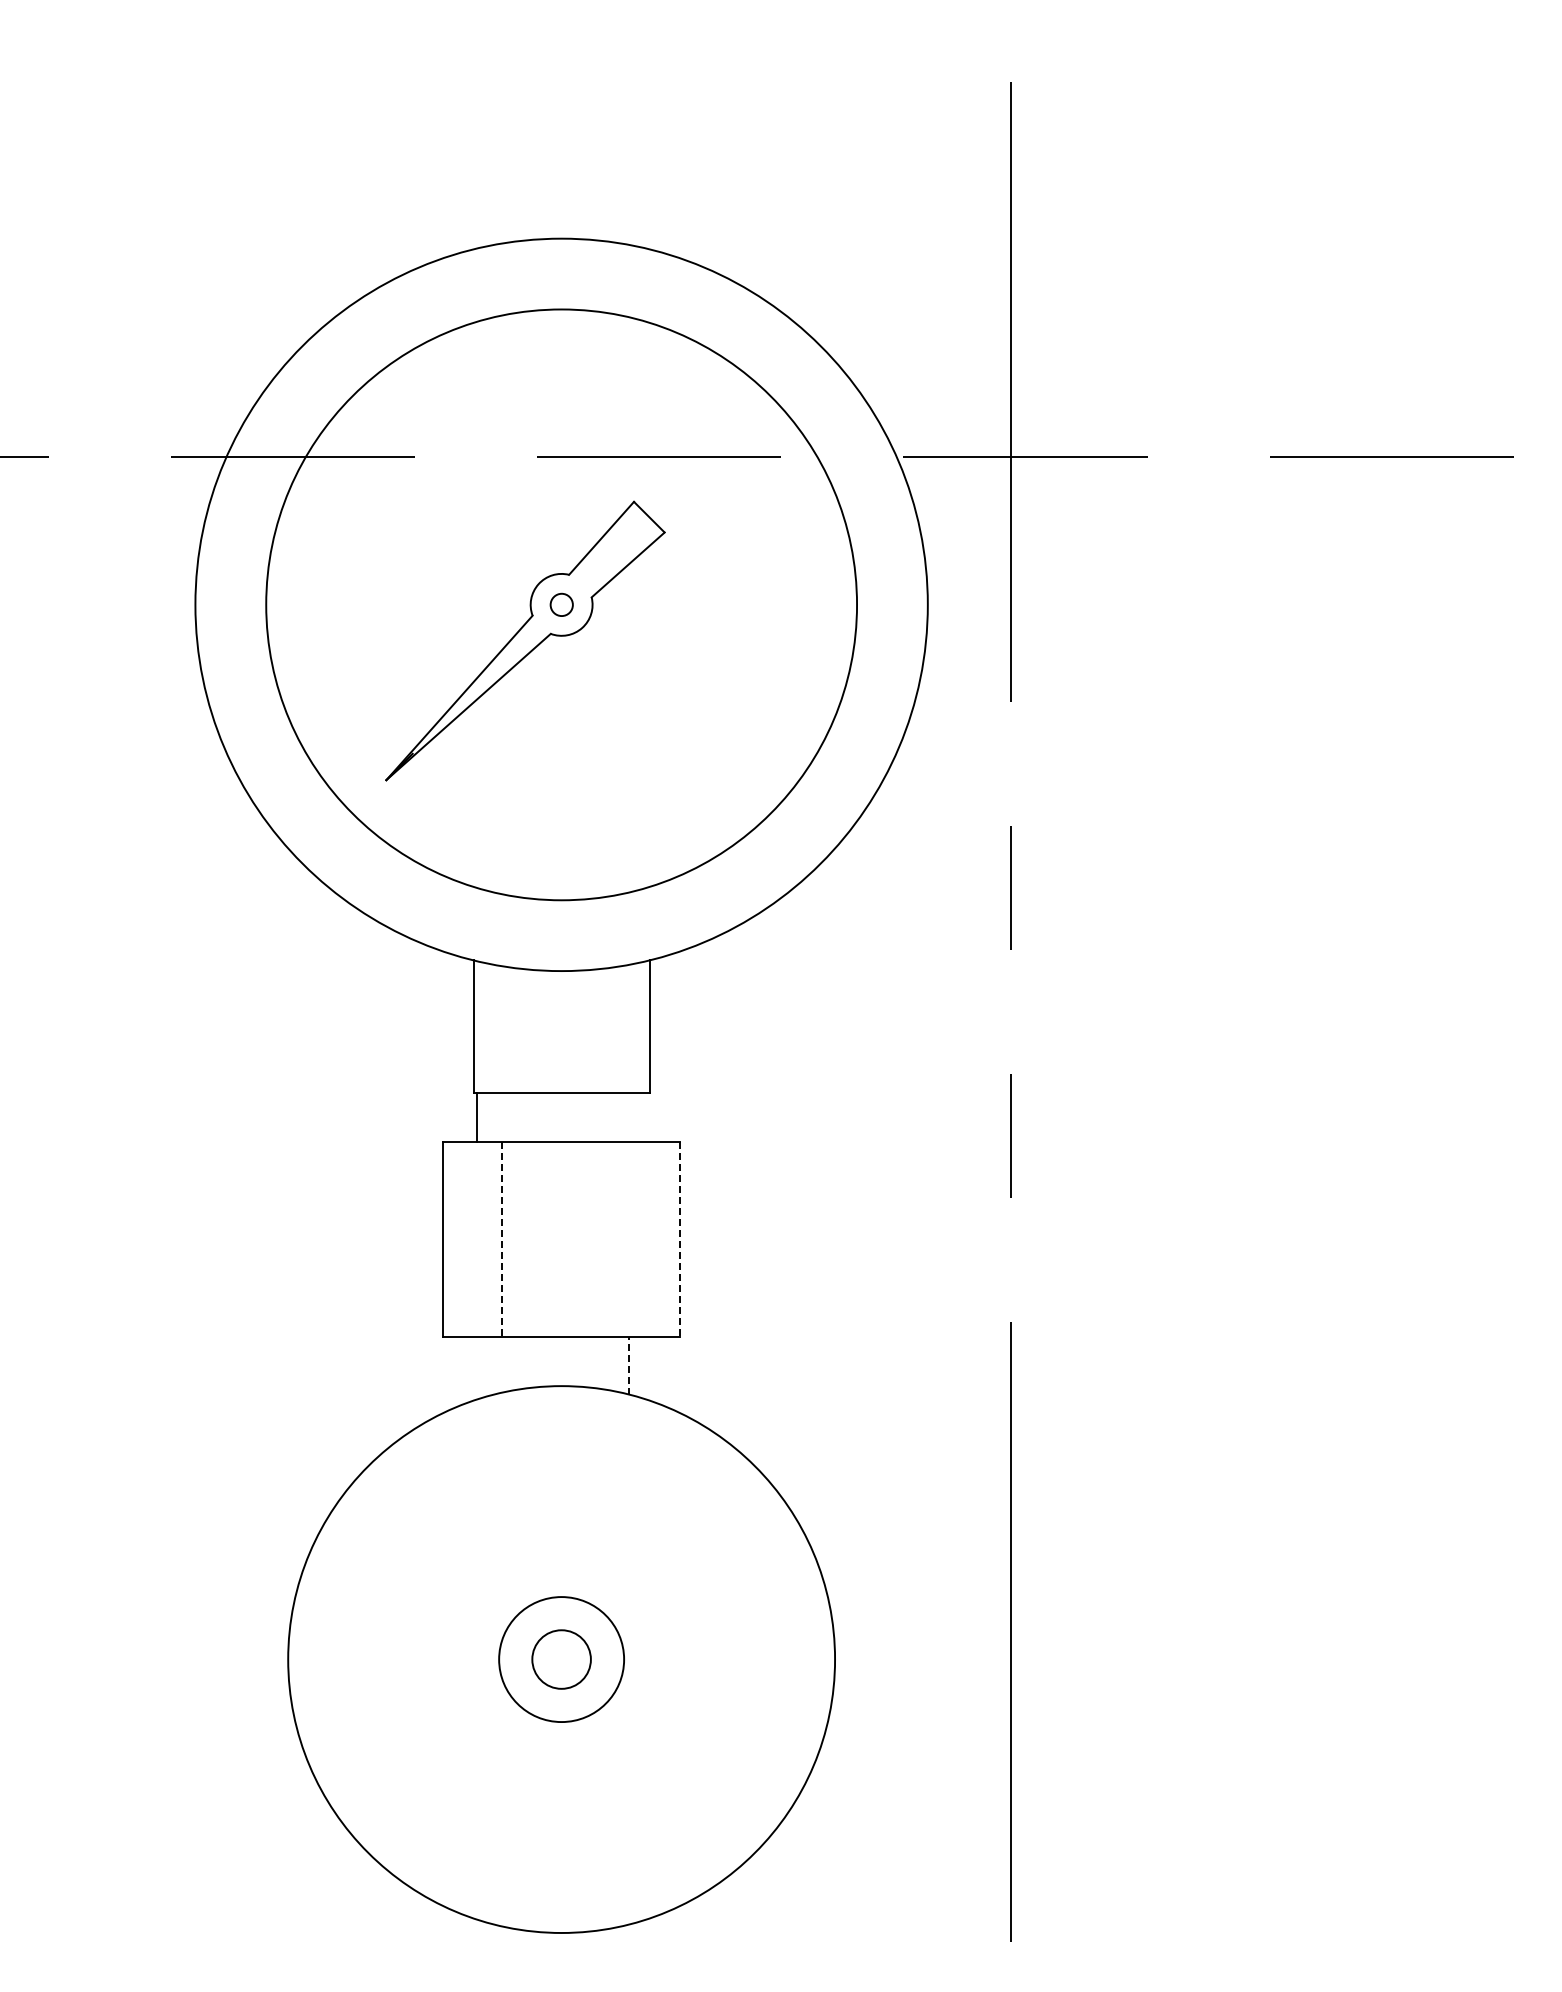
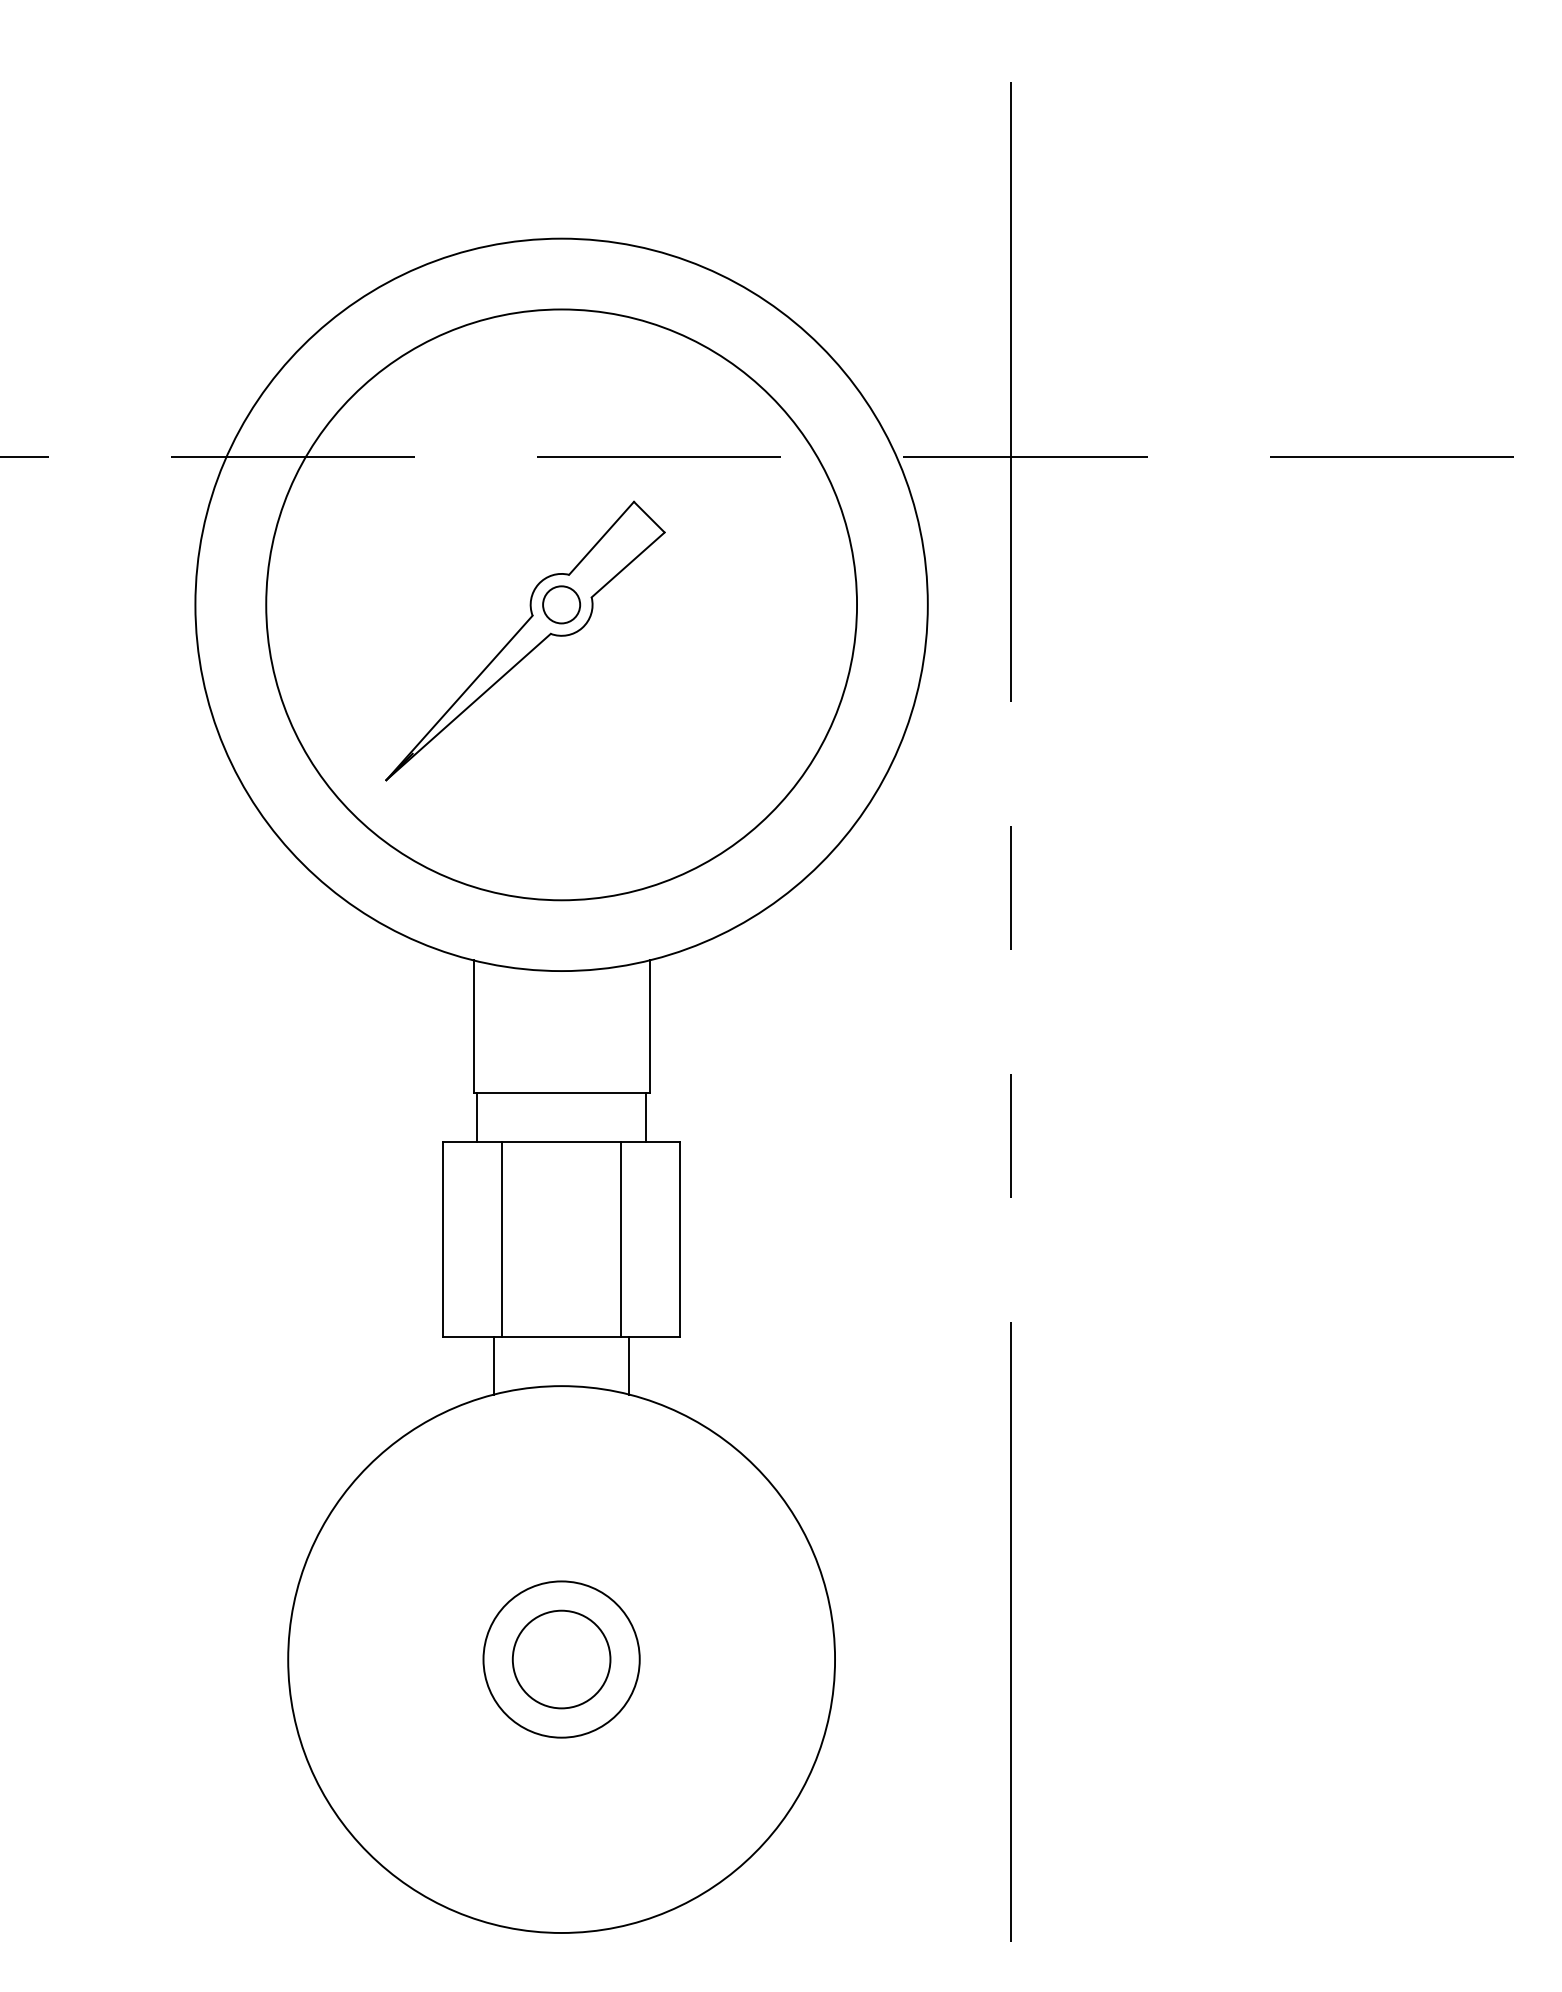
circle at (561, 604) size: 25x25 px -> 40x40 px
line at (646, 1117): none -> present
line at (502, 1239): dashed -> solid
line at (620, 1239): none -> present
line at (680, 1239): dashed -> solid
line at (494, 1365): none -> present
line at (629, 1365): dashed -> solid
circle at (561, 1659) diameter: 125 px -> 156 px
circle at (561, 1659) diameter: 59 px -> 98 px
